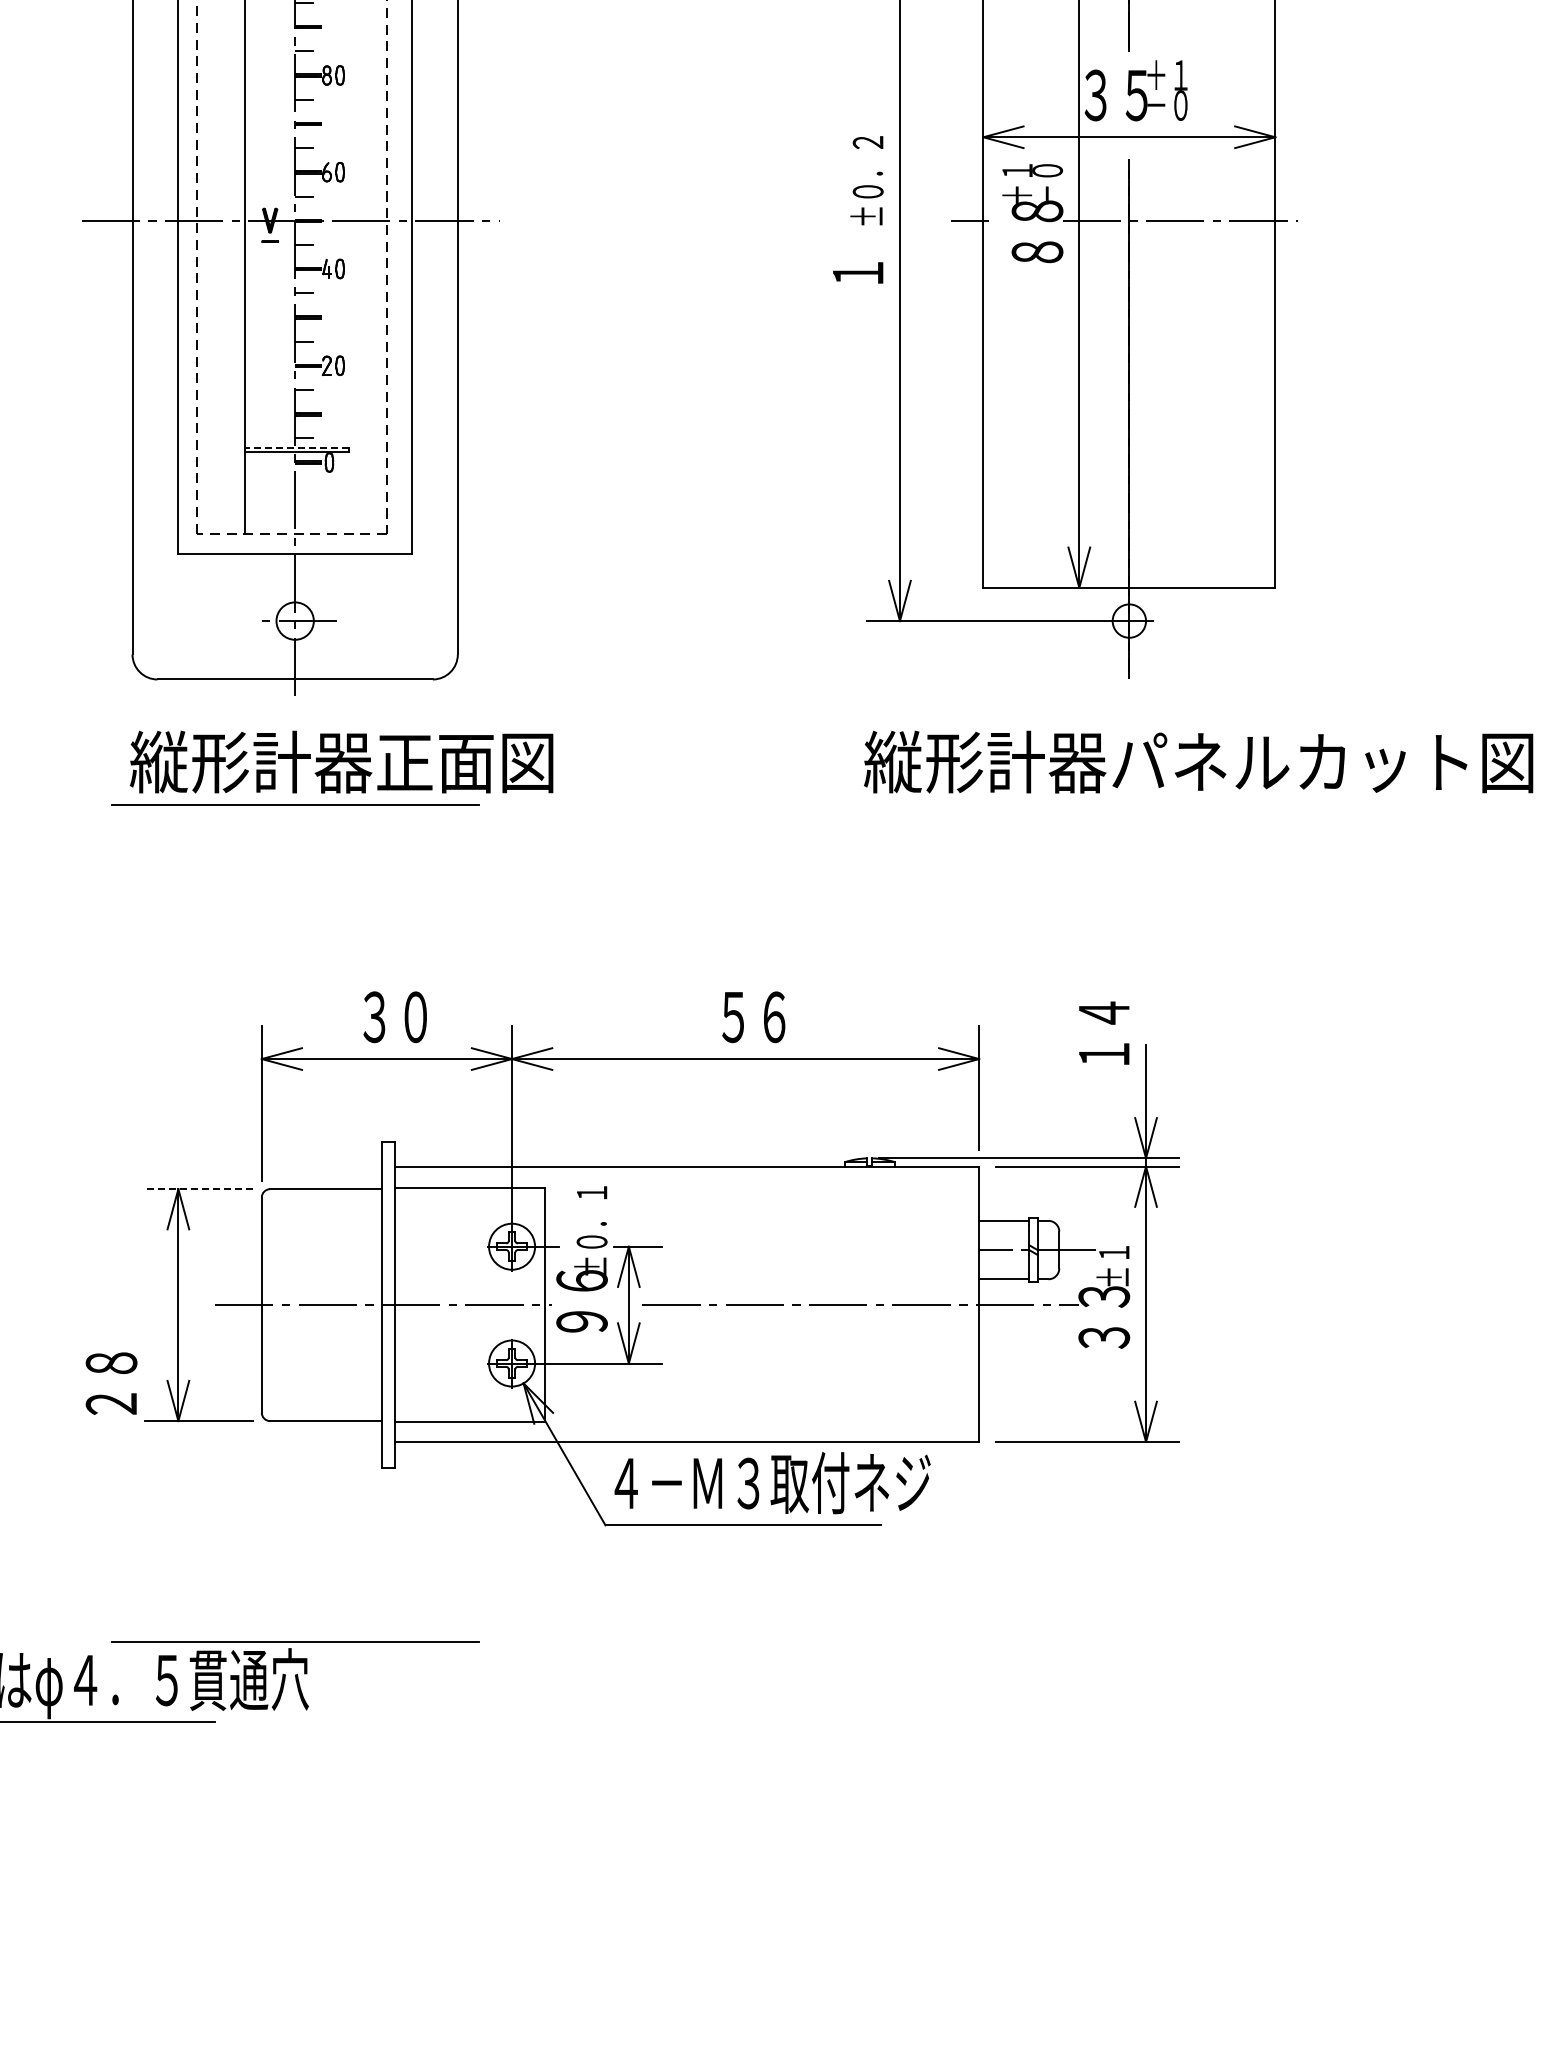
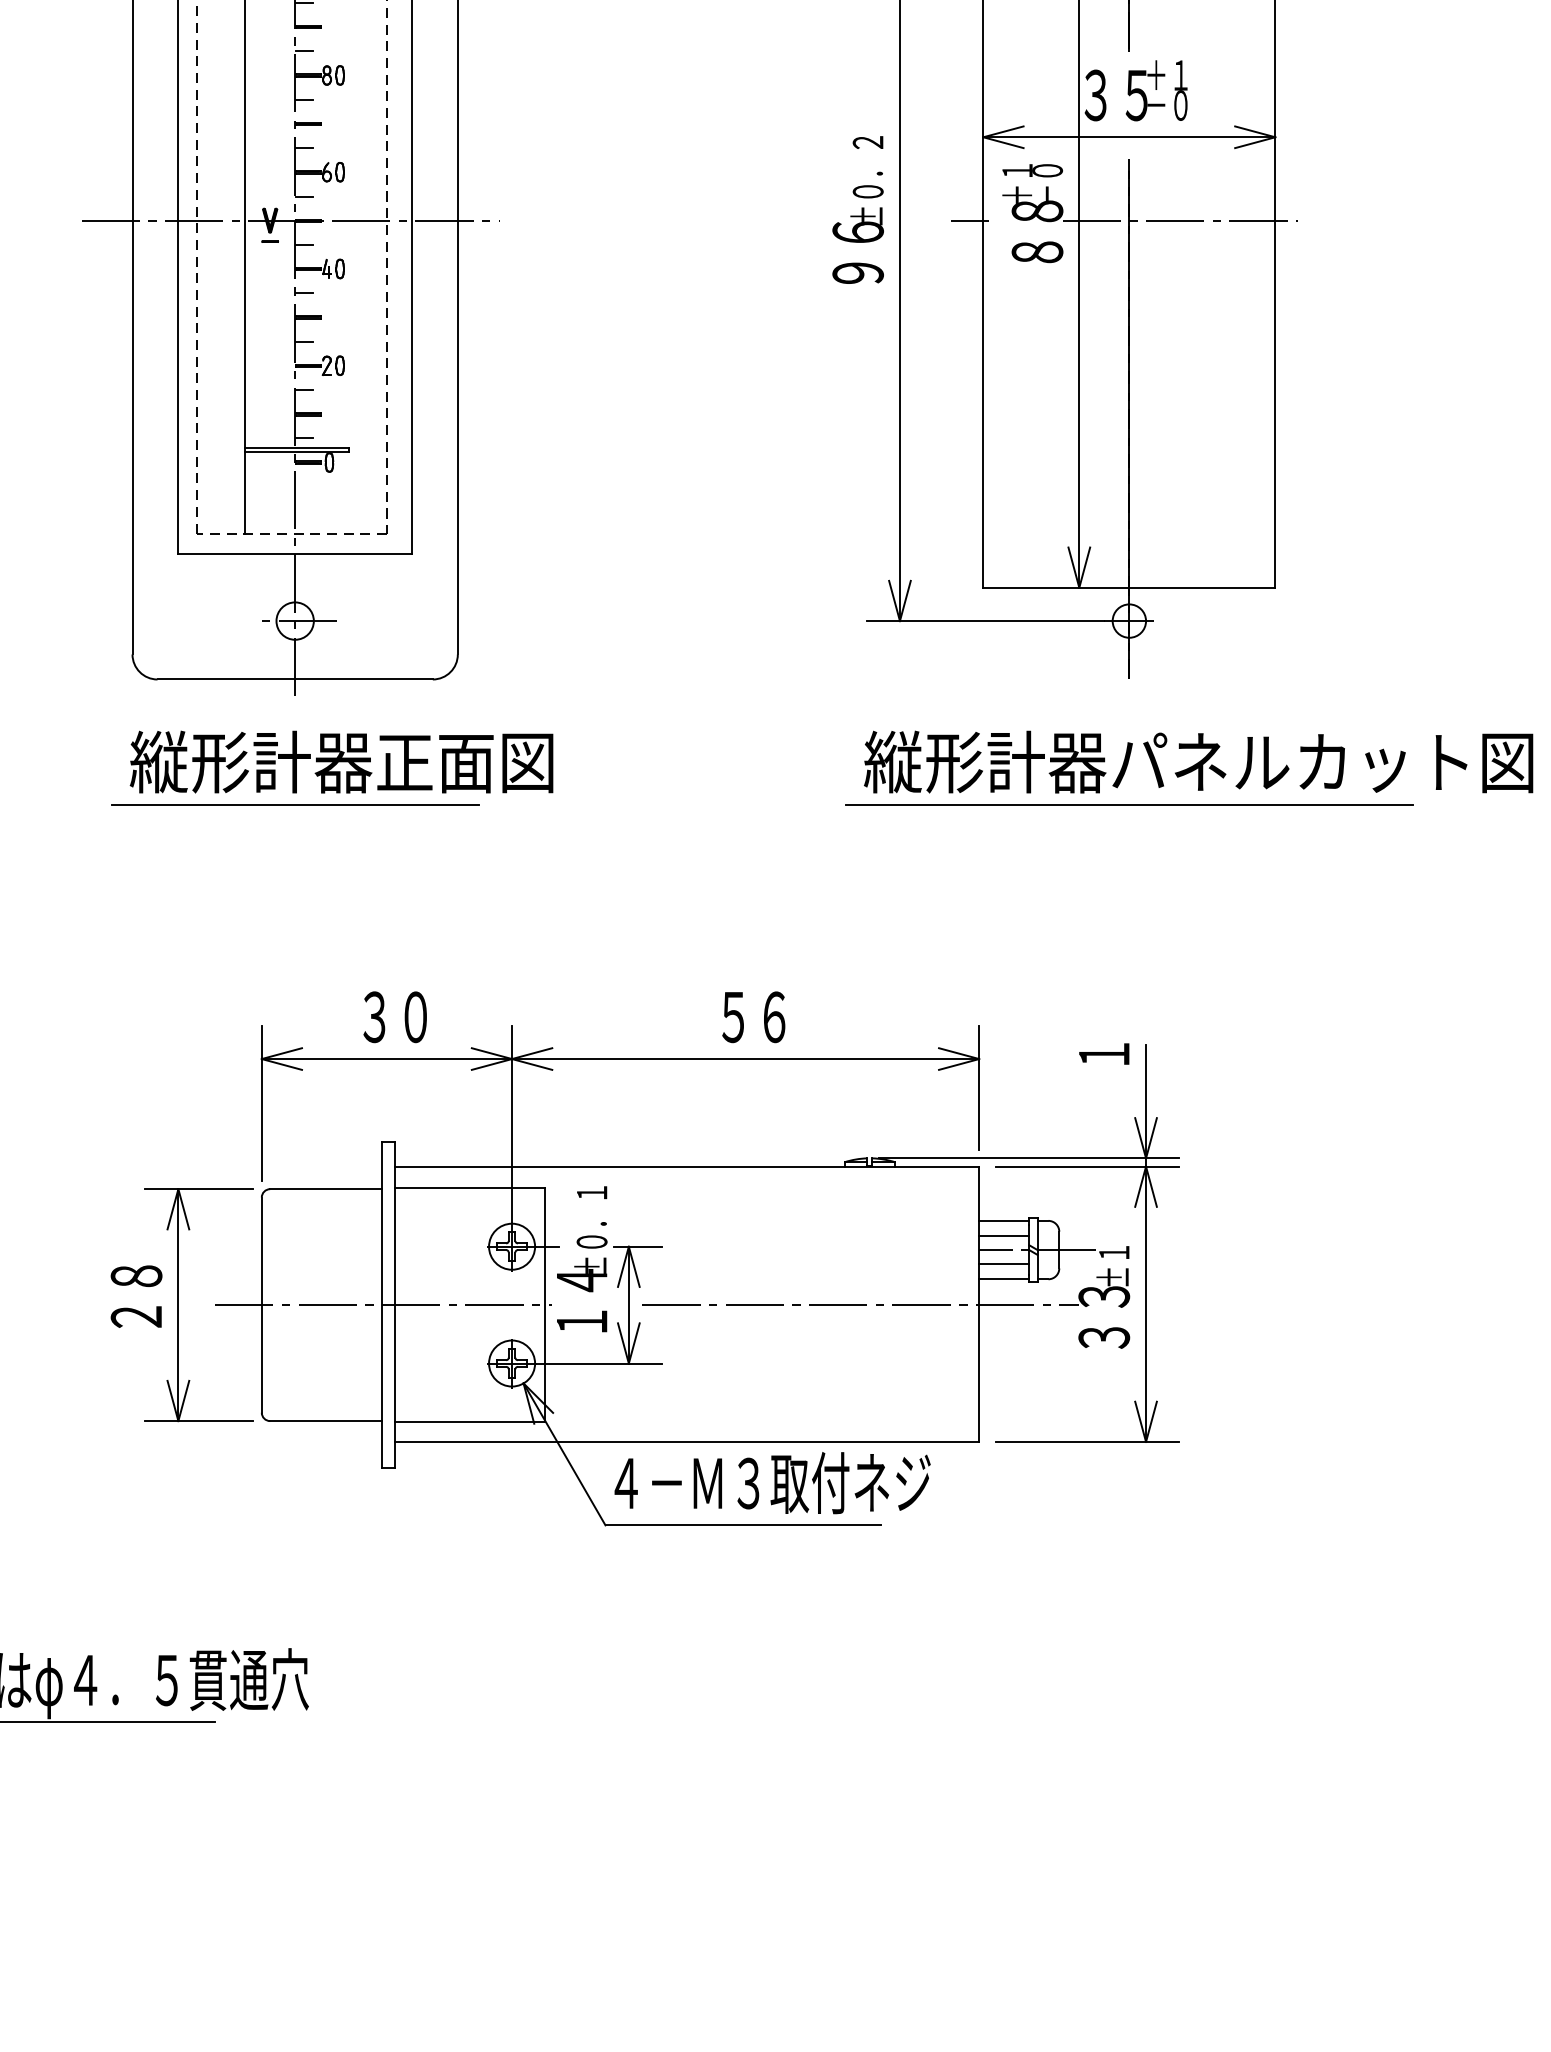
text at (857, 252): １ -> ９６
line at (296, 447): dashed -> solid
line at (1129, 804): none -> present
text at (1104, 1012): １４ -> １
line at (198, 1189): dashed -> solid
line at (1004, 1235): none -> present
line at (1004, 1264): none -> present
text at (581, 1300): ９６ -> １４
text at (111, 1383) position: (111, 1383) -> (136, 1296)
line at (295, 1641): present -> none
